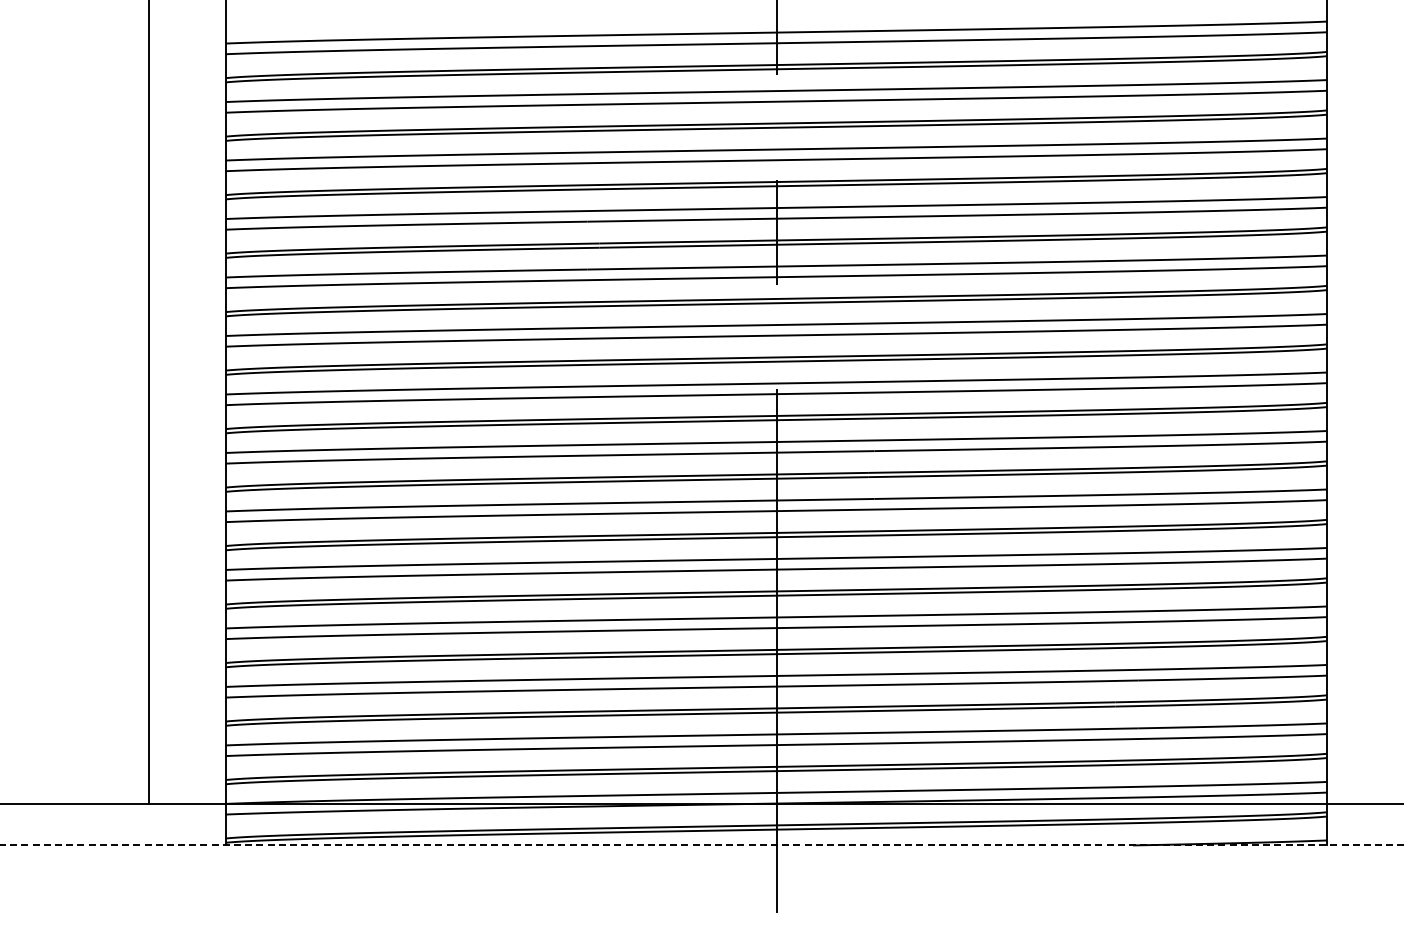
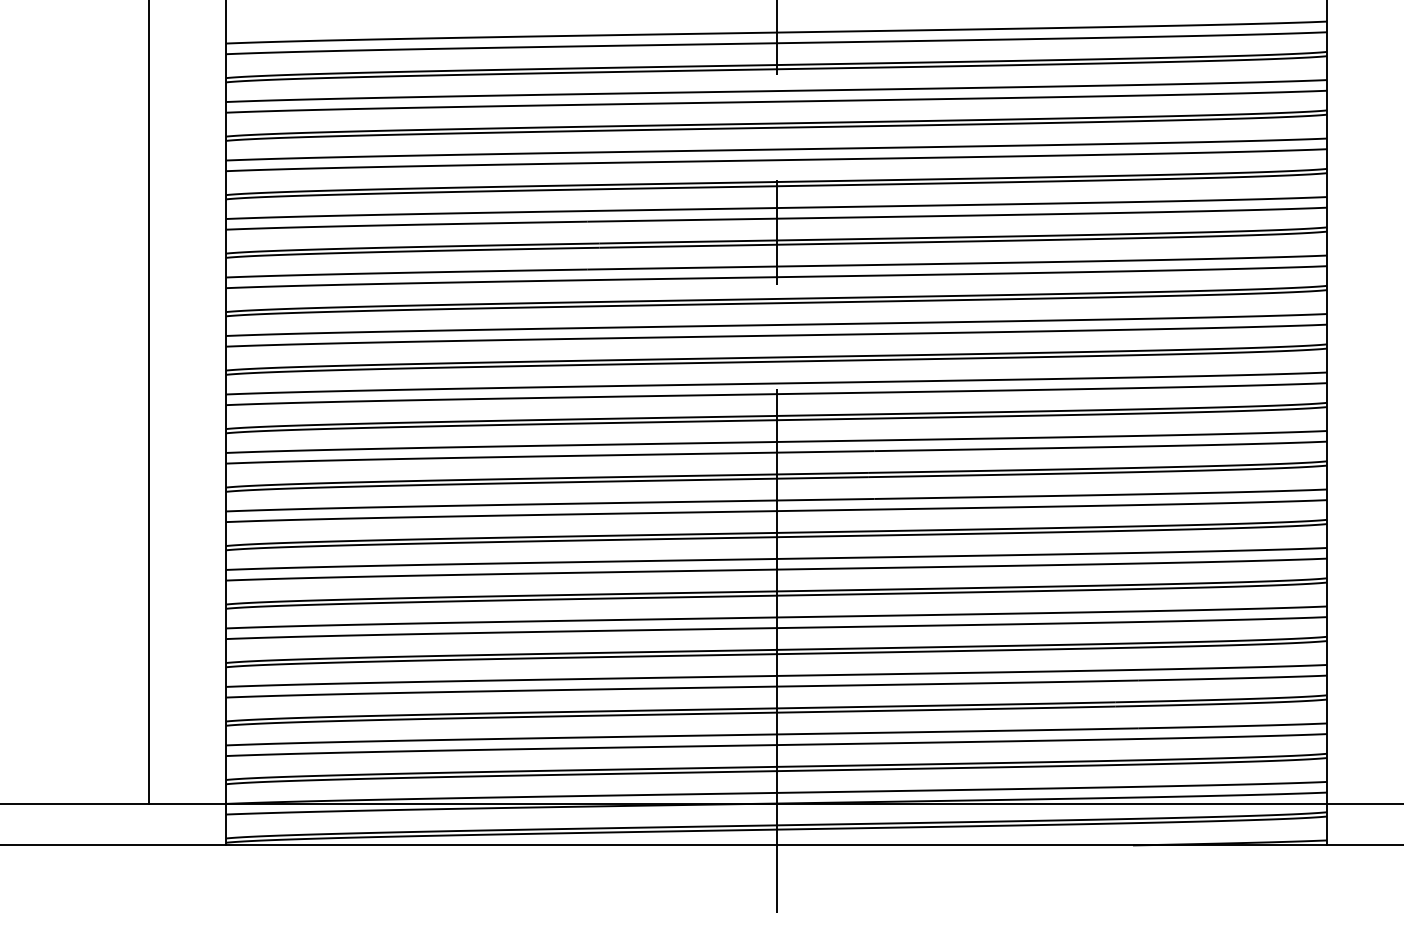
line at (701, 845): dashed -> solid
